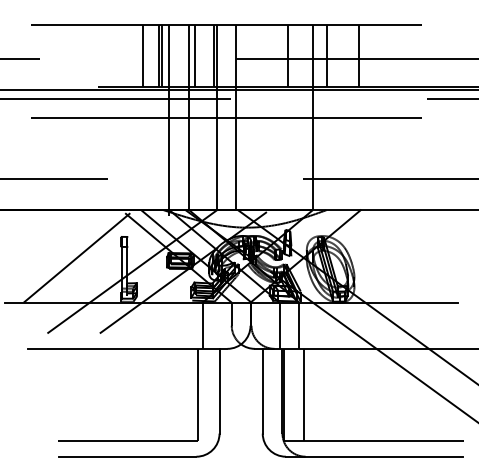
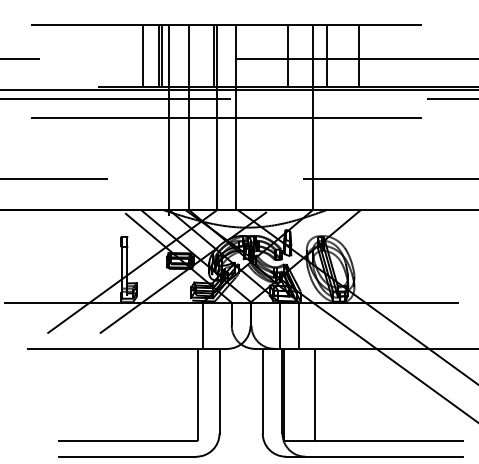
line at (195, 55): present -> none
line at (76, 257): present -> none
line at (304, 394) position: (304, 394) -> (315, 394)
